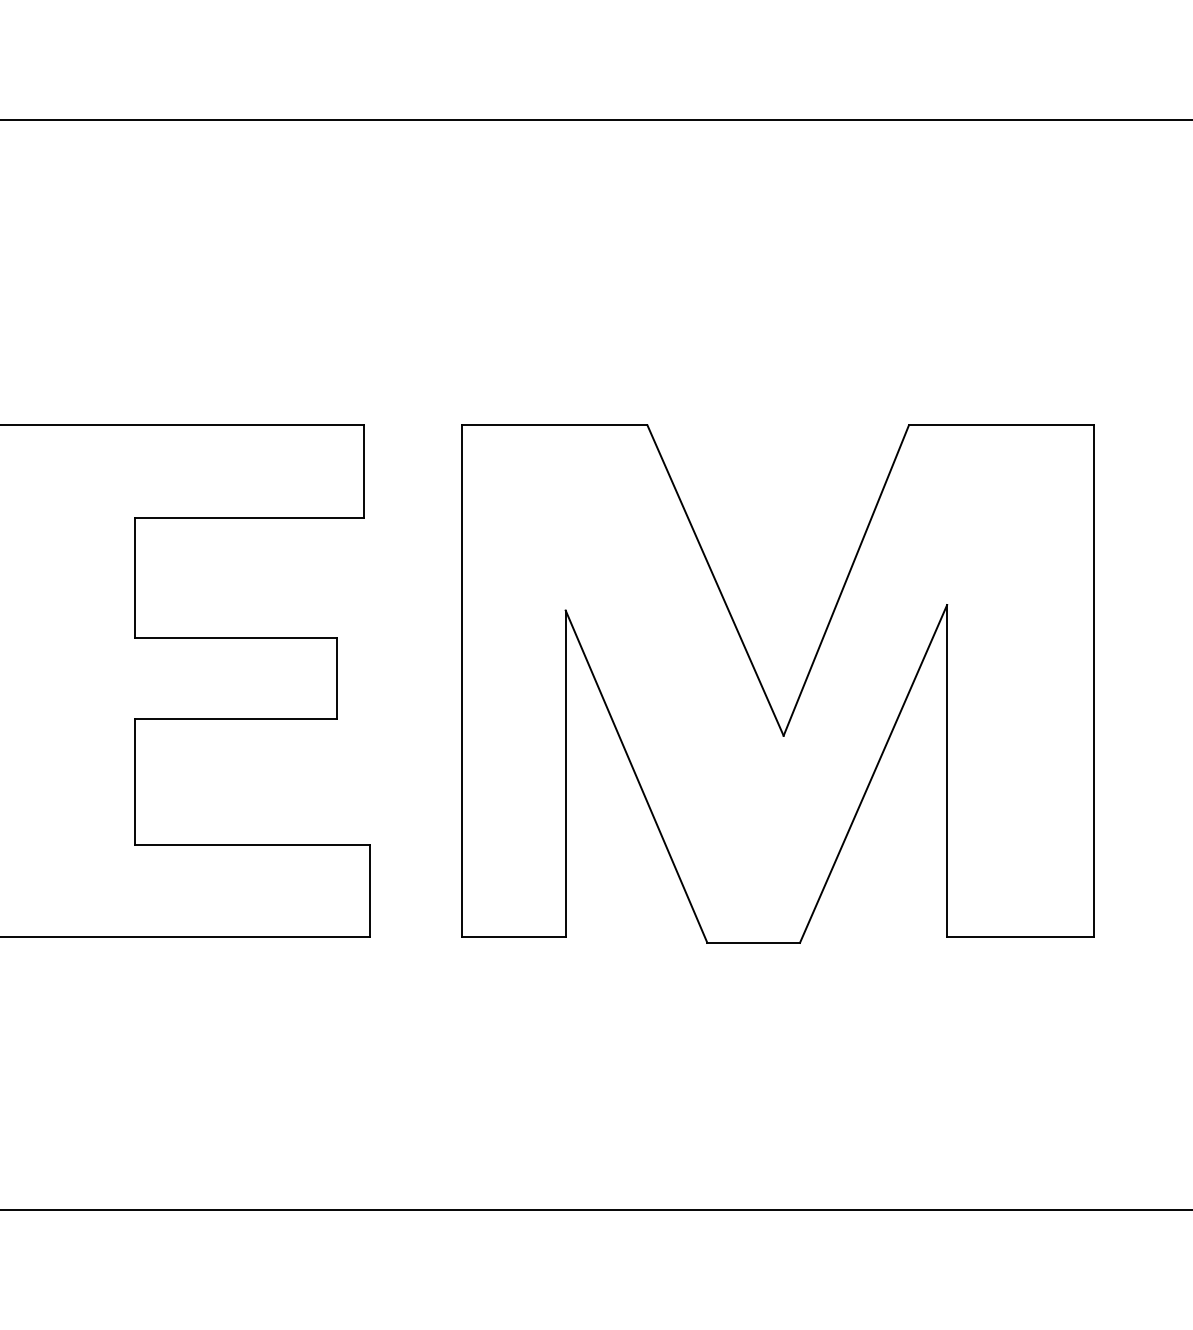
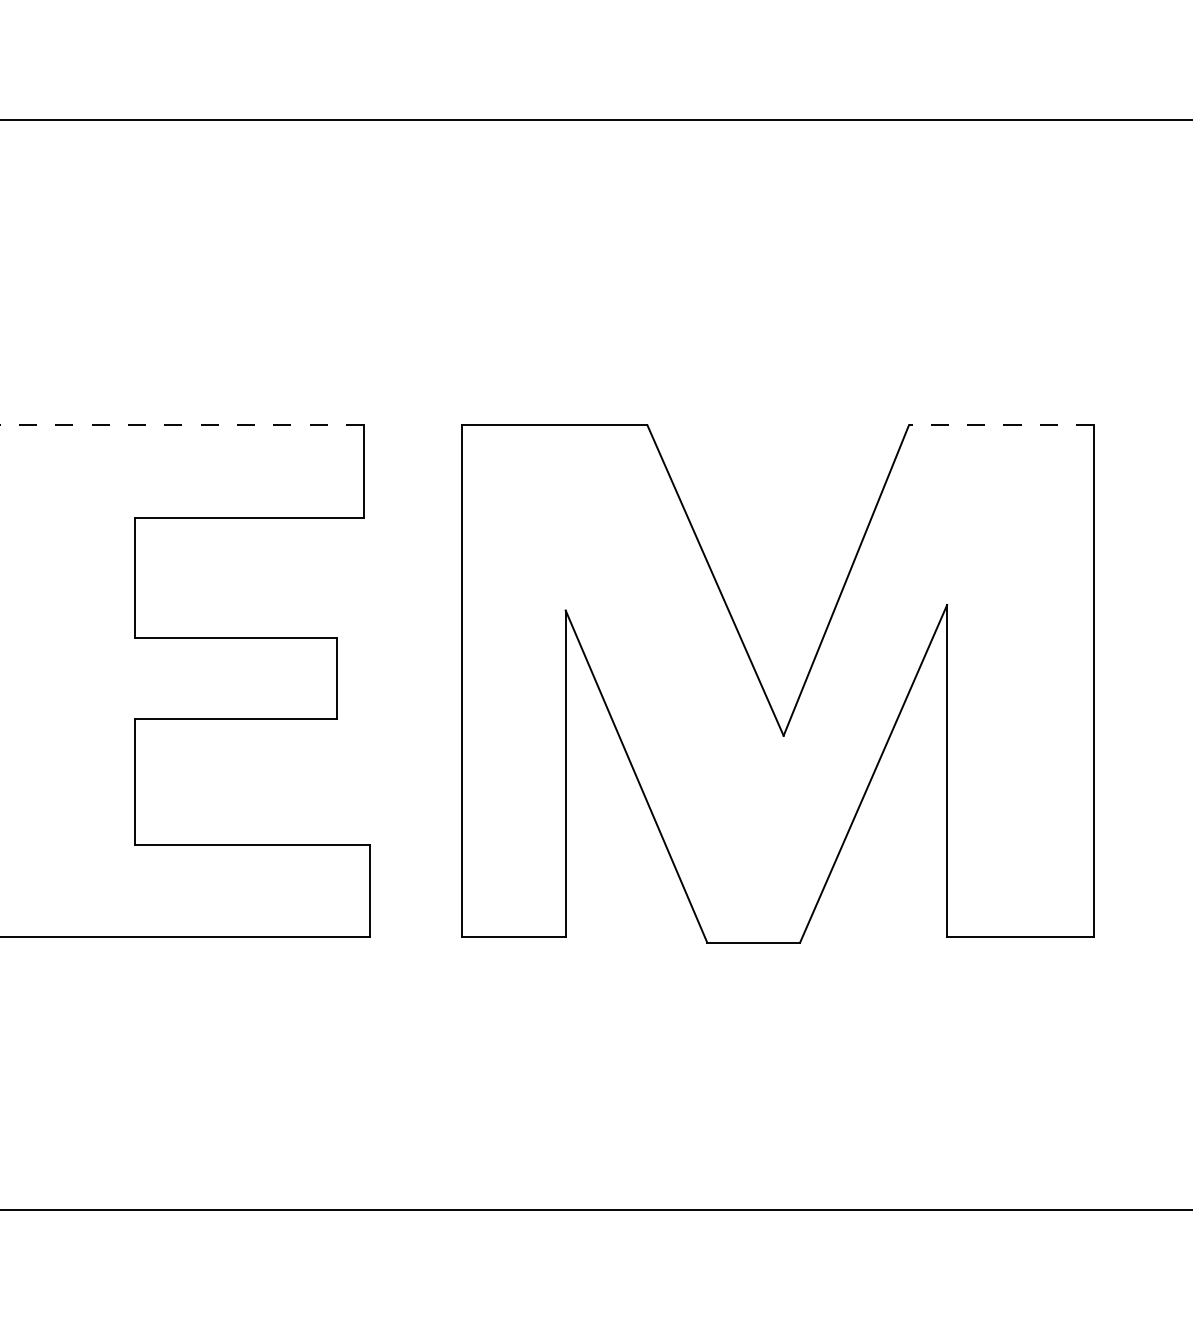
line at (182, 425): solid -> dashed
line at (1001, 425): solid -> dashed
